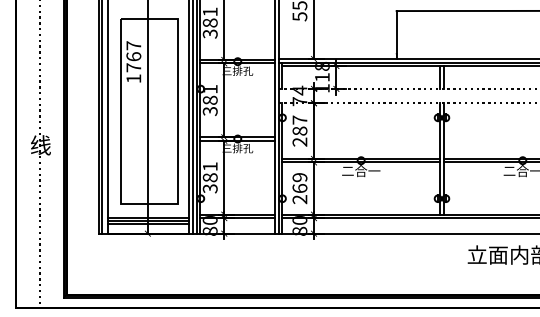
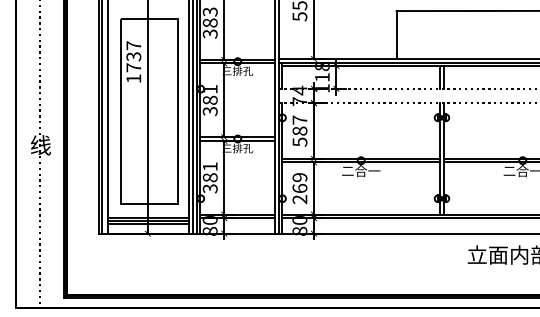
text at (209, 11): 381 -> 383
text at (133, 56): 1767 -> 1737
text at (299, 141): 287 -> 587
